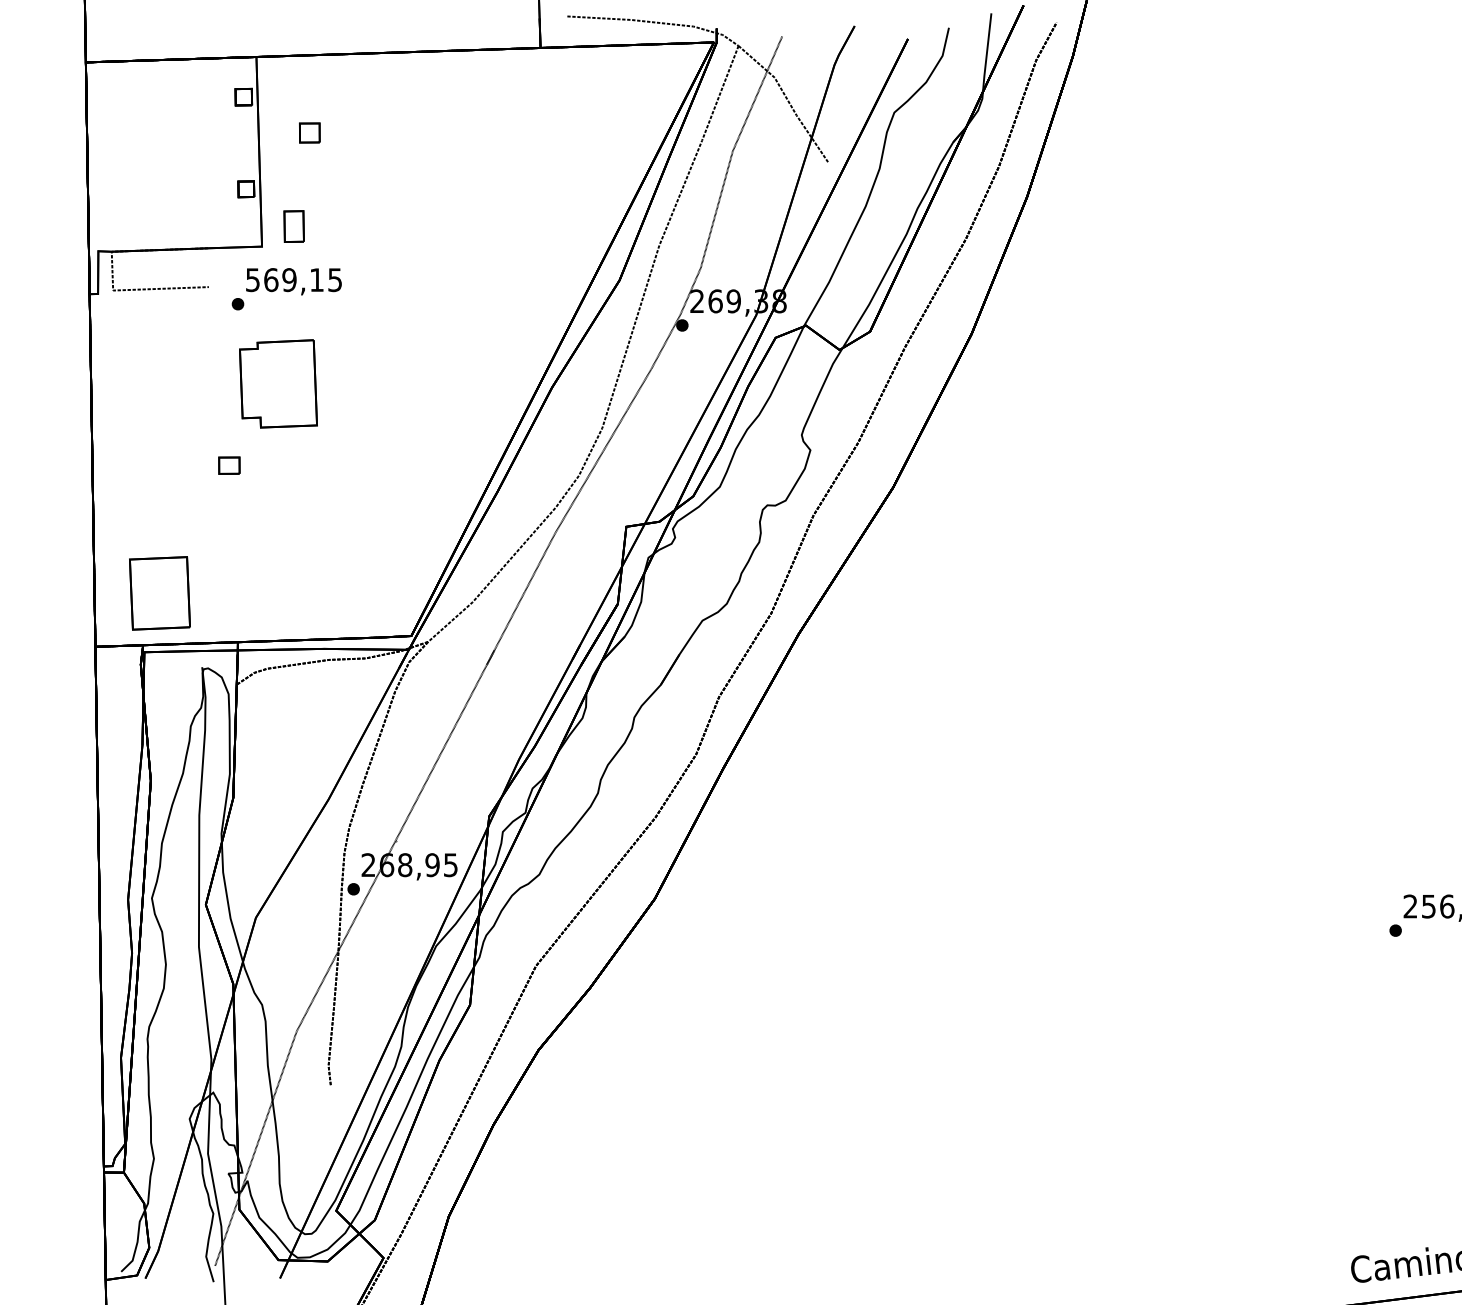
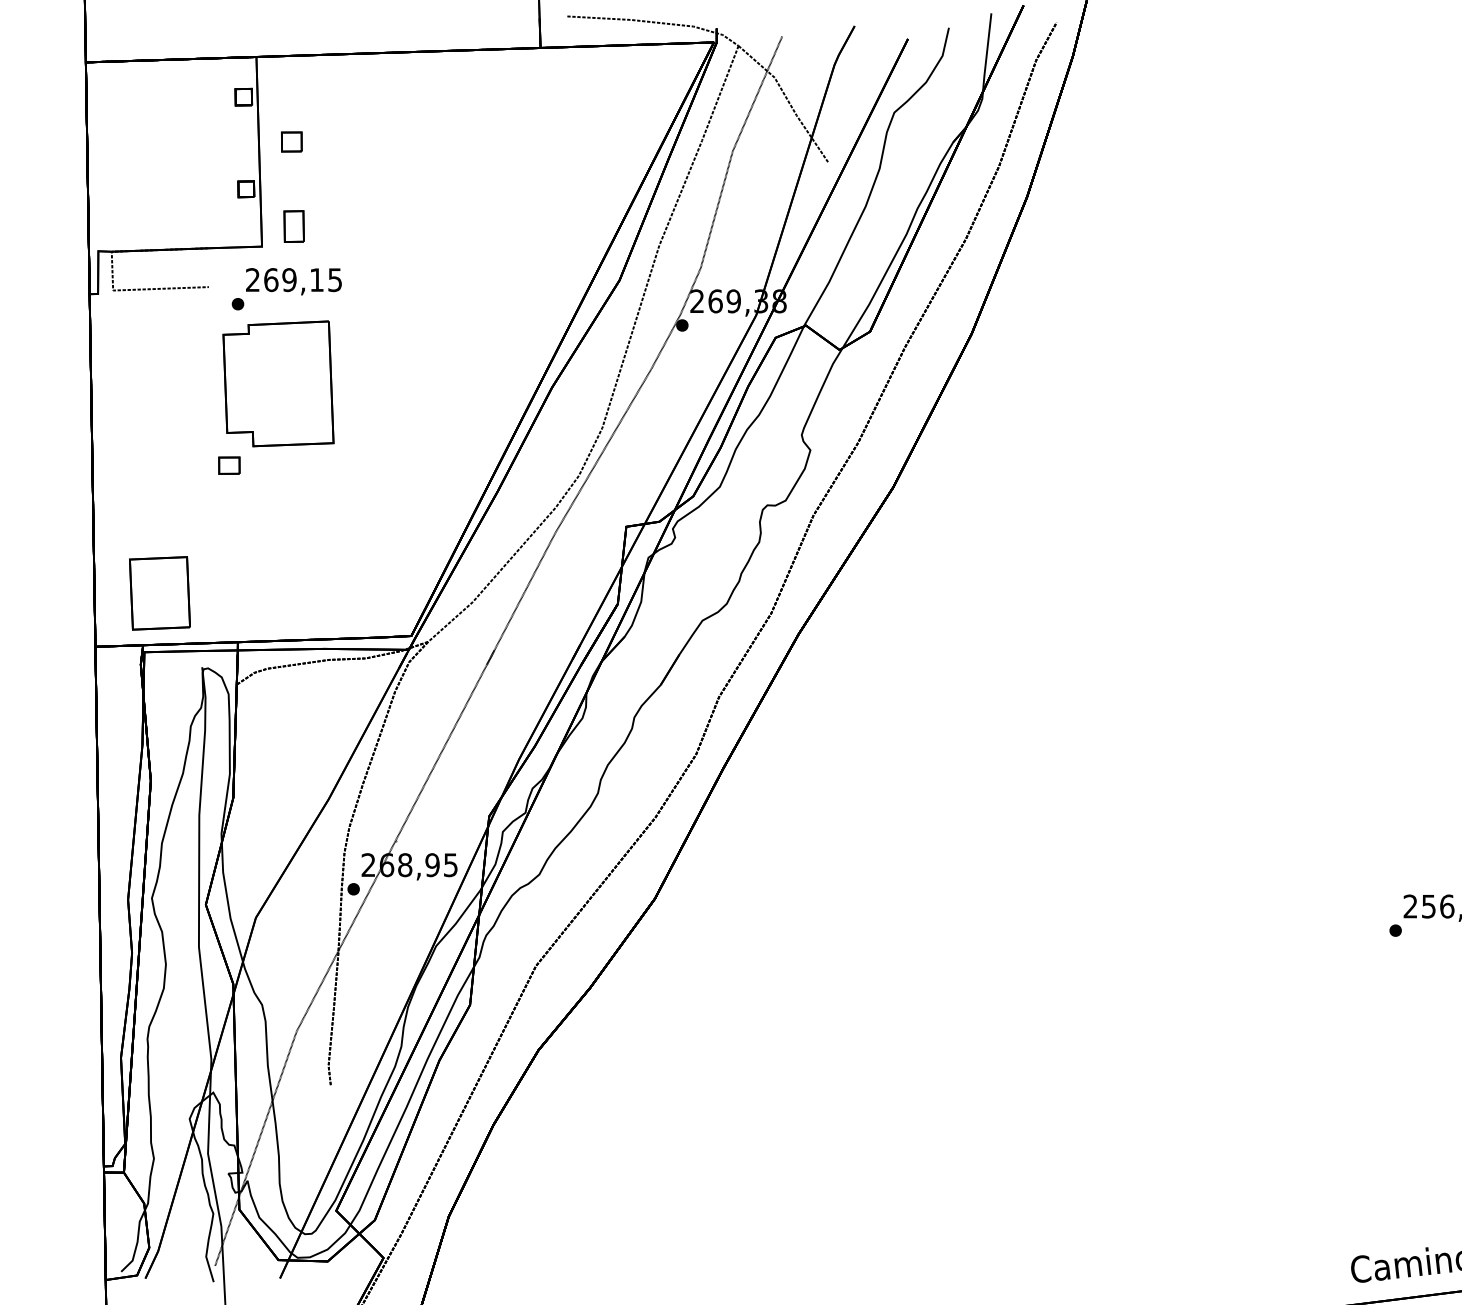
part at (309, 132) position: (309, 132) -> (291, 141)
text at (252, 280): 569,15 -> 269,15
part at (278, 383) size: 79x90 px -> 113x128 px
